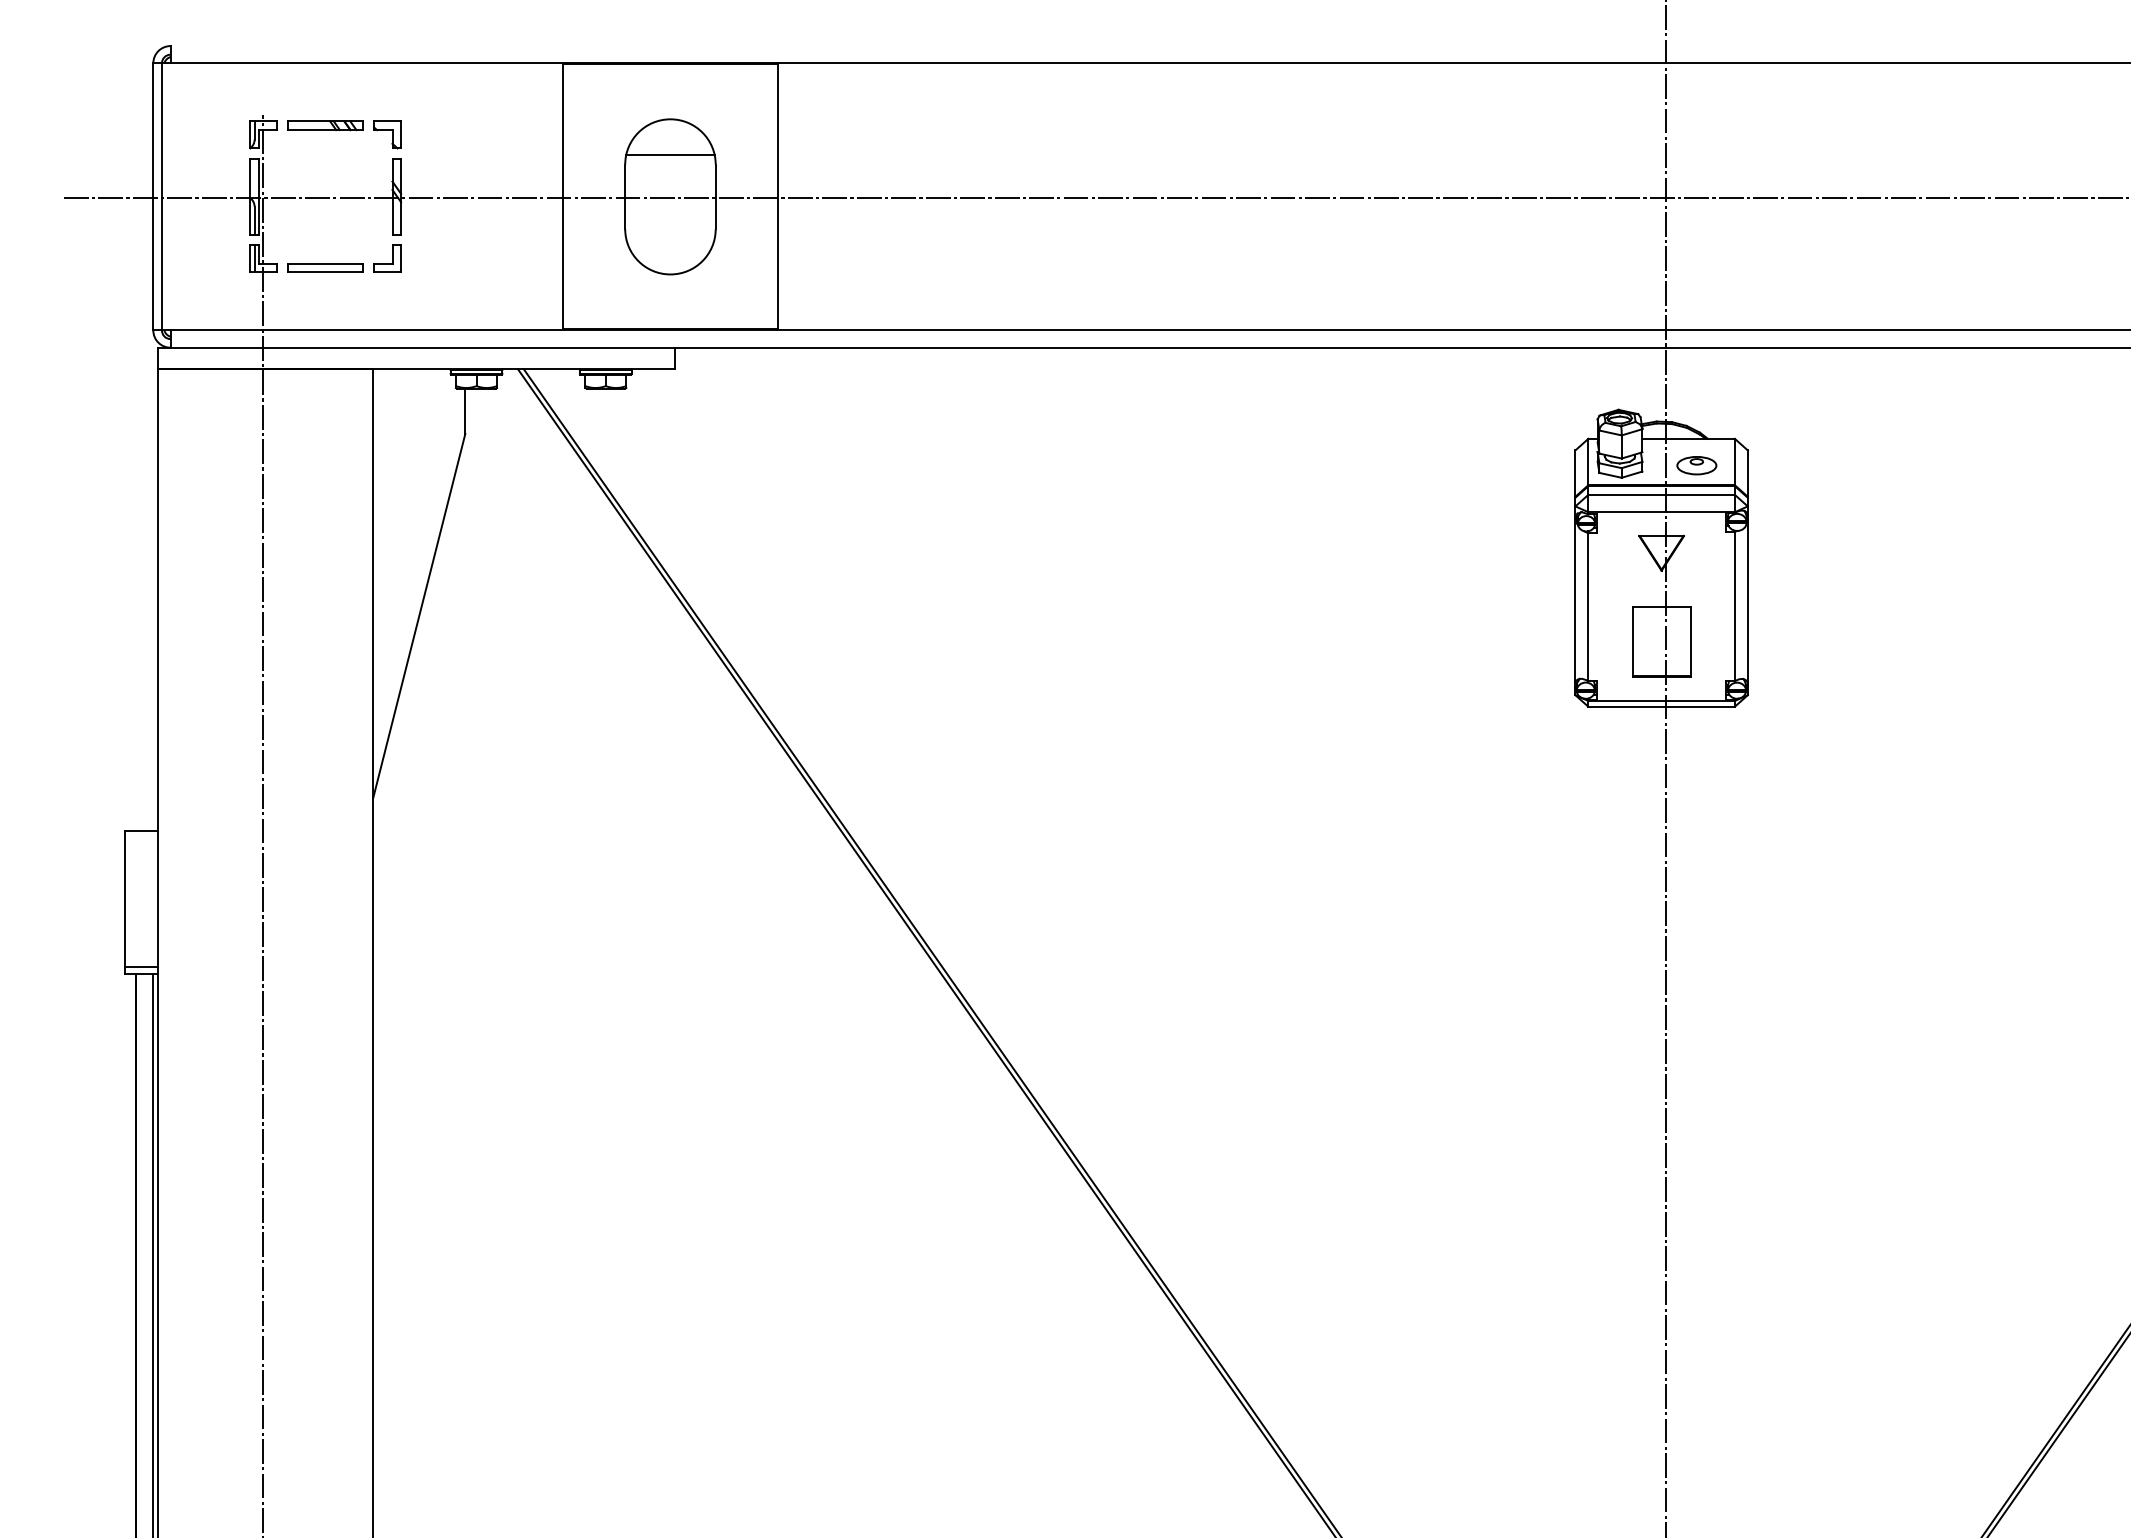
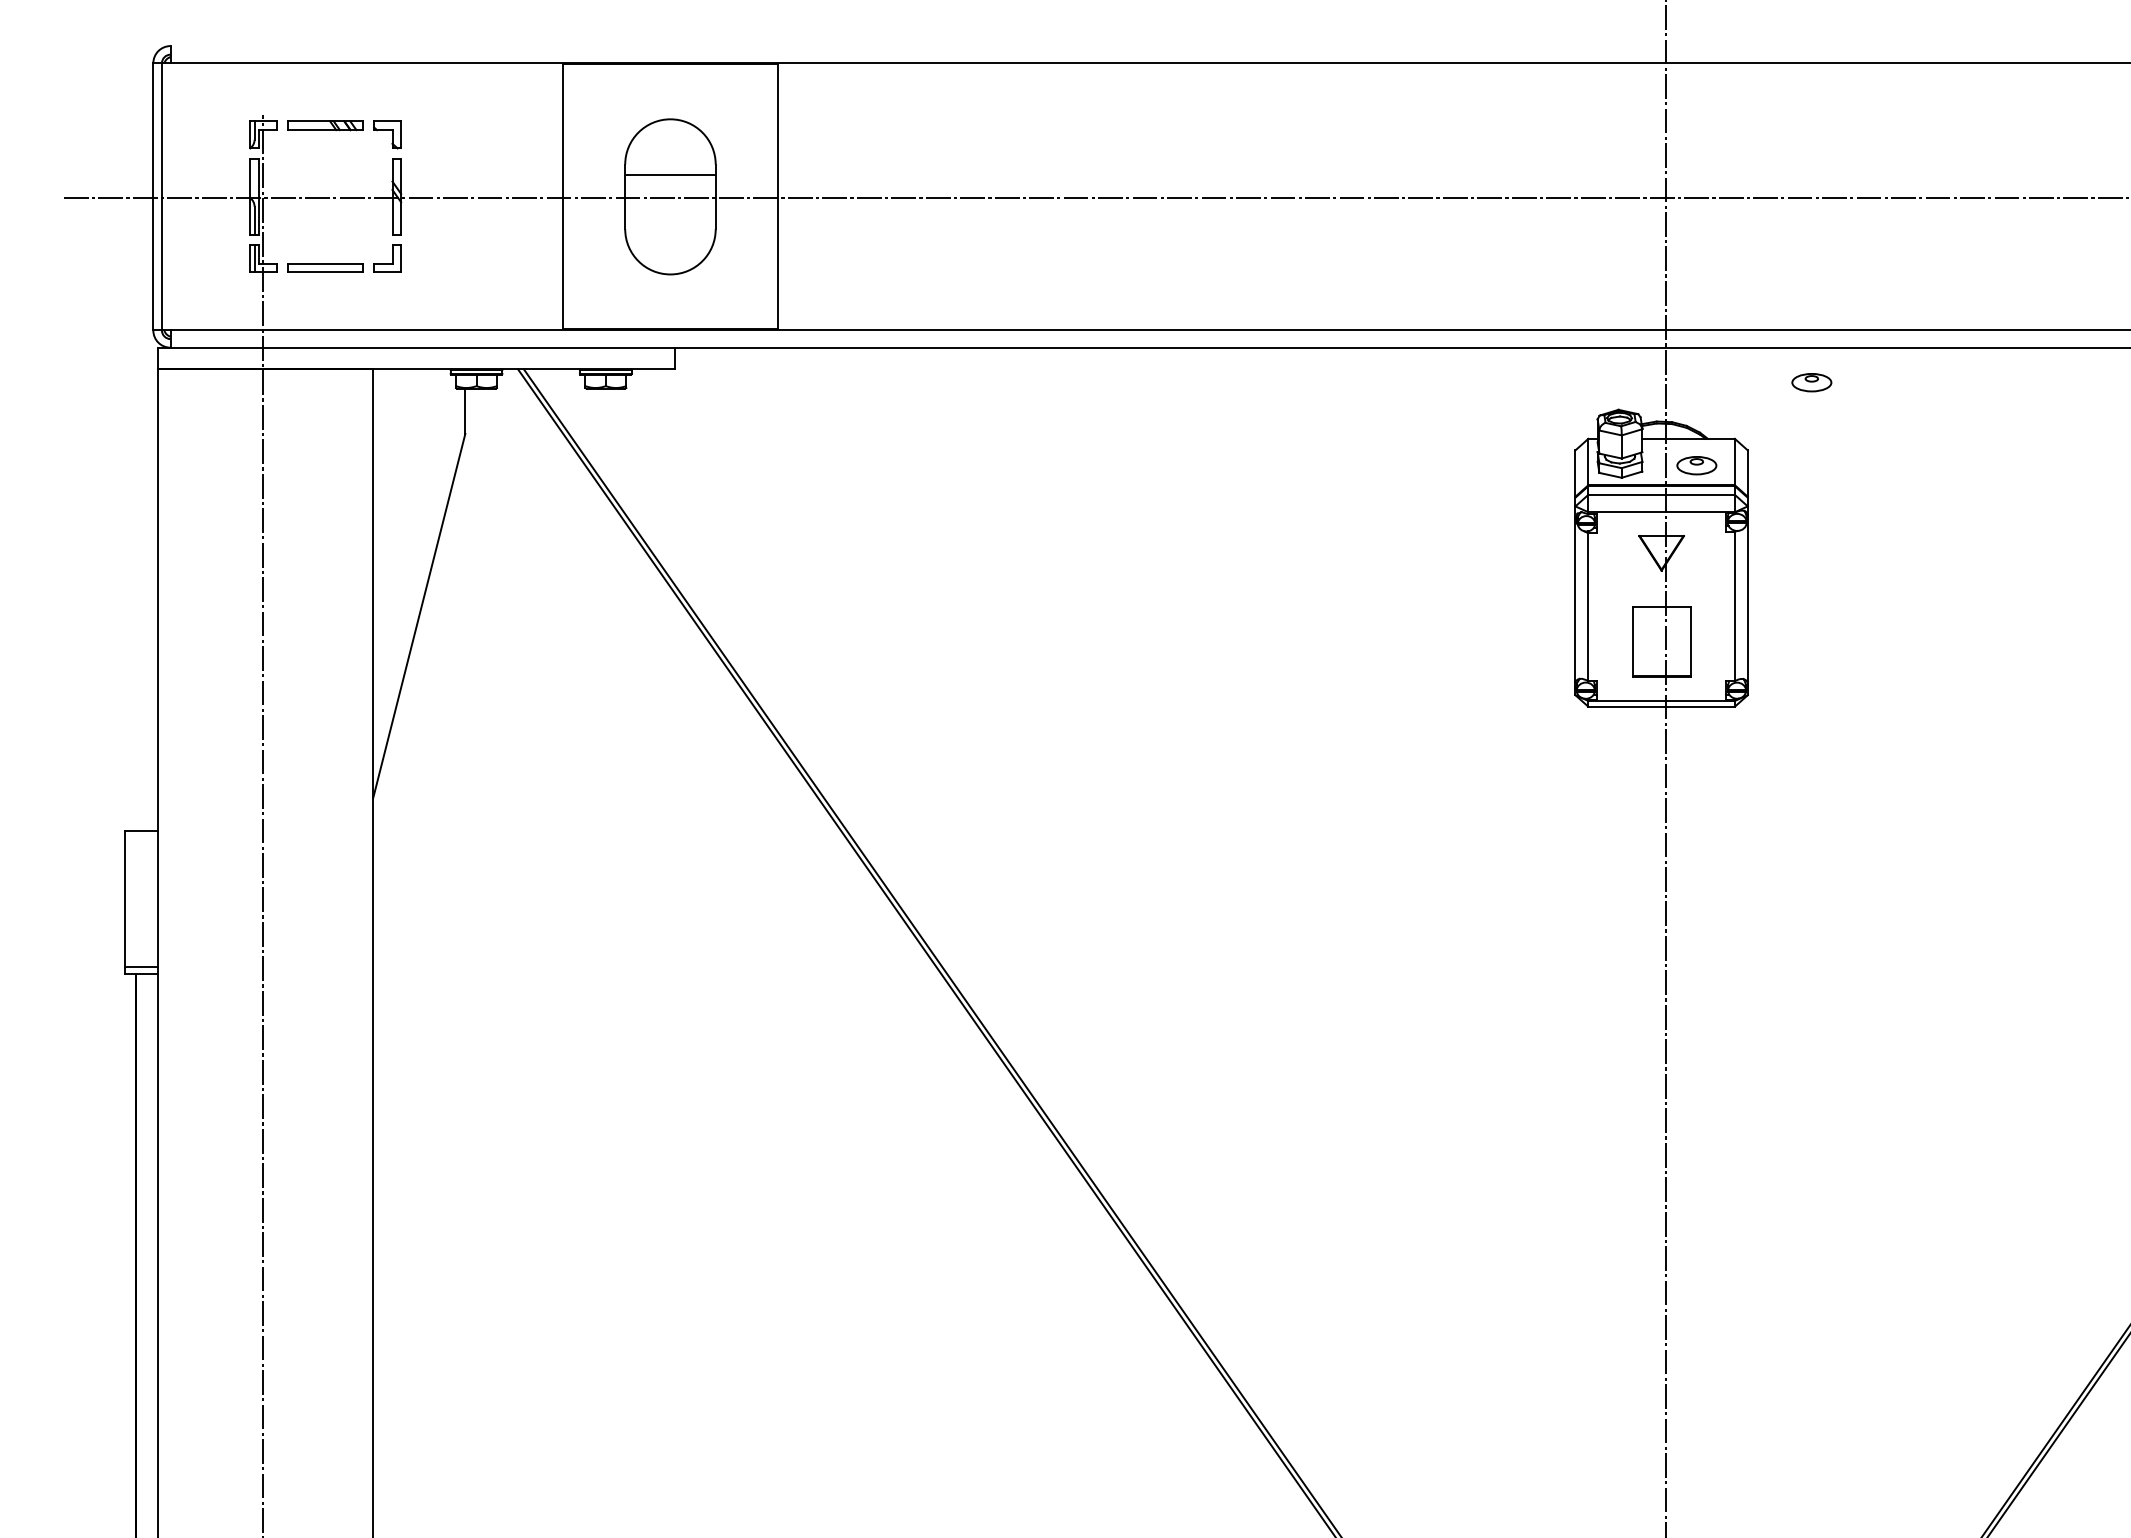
line at (670, 155) position: (670, 155) -> (670, 175)
part at (1811, 382): none -> present
line at (153, 1254): present -> none
